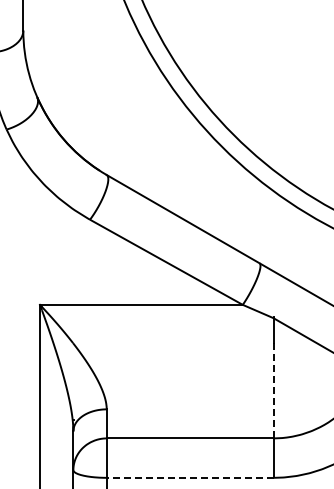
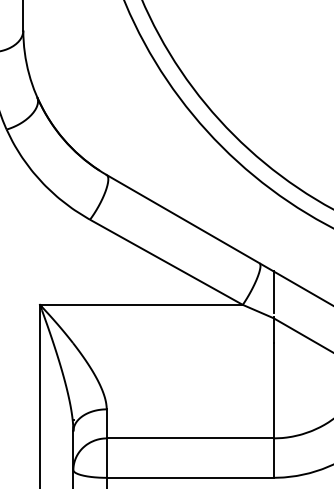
line at (273, 292): none -> present
line at (273, 390): dashed -> solid
line at (189, 477): dashed -> solid
